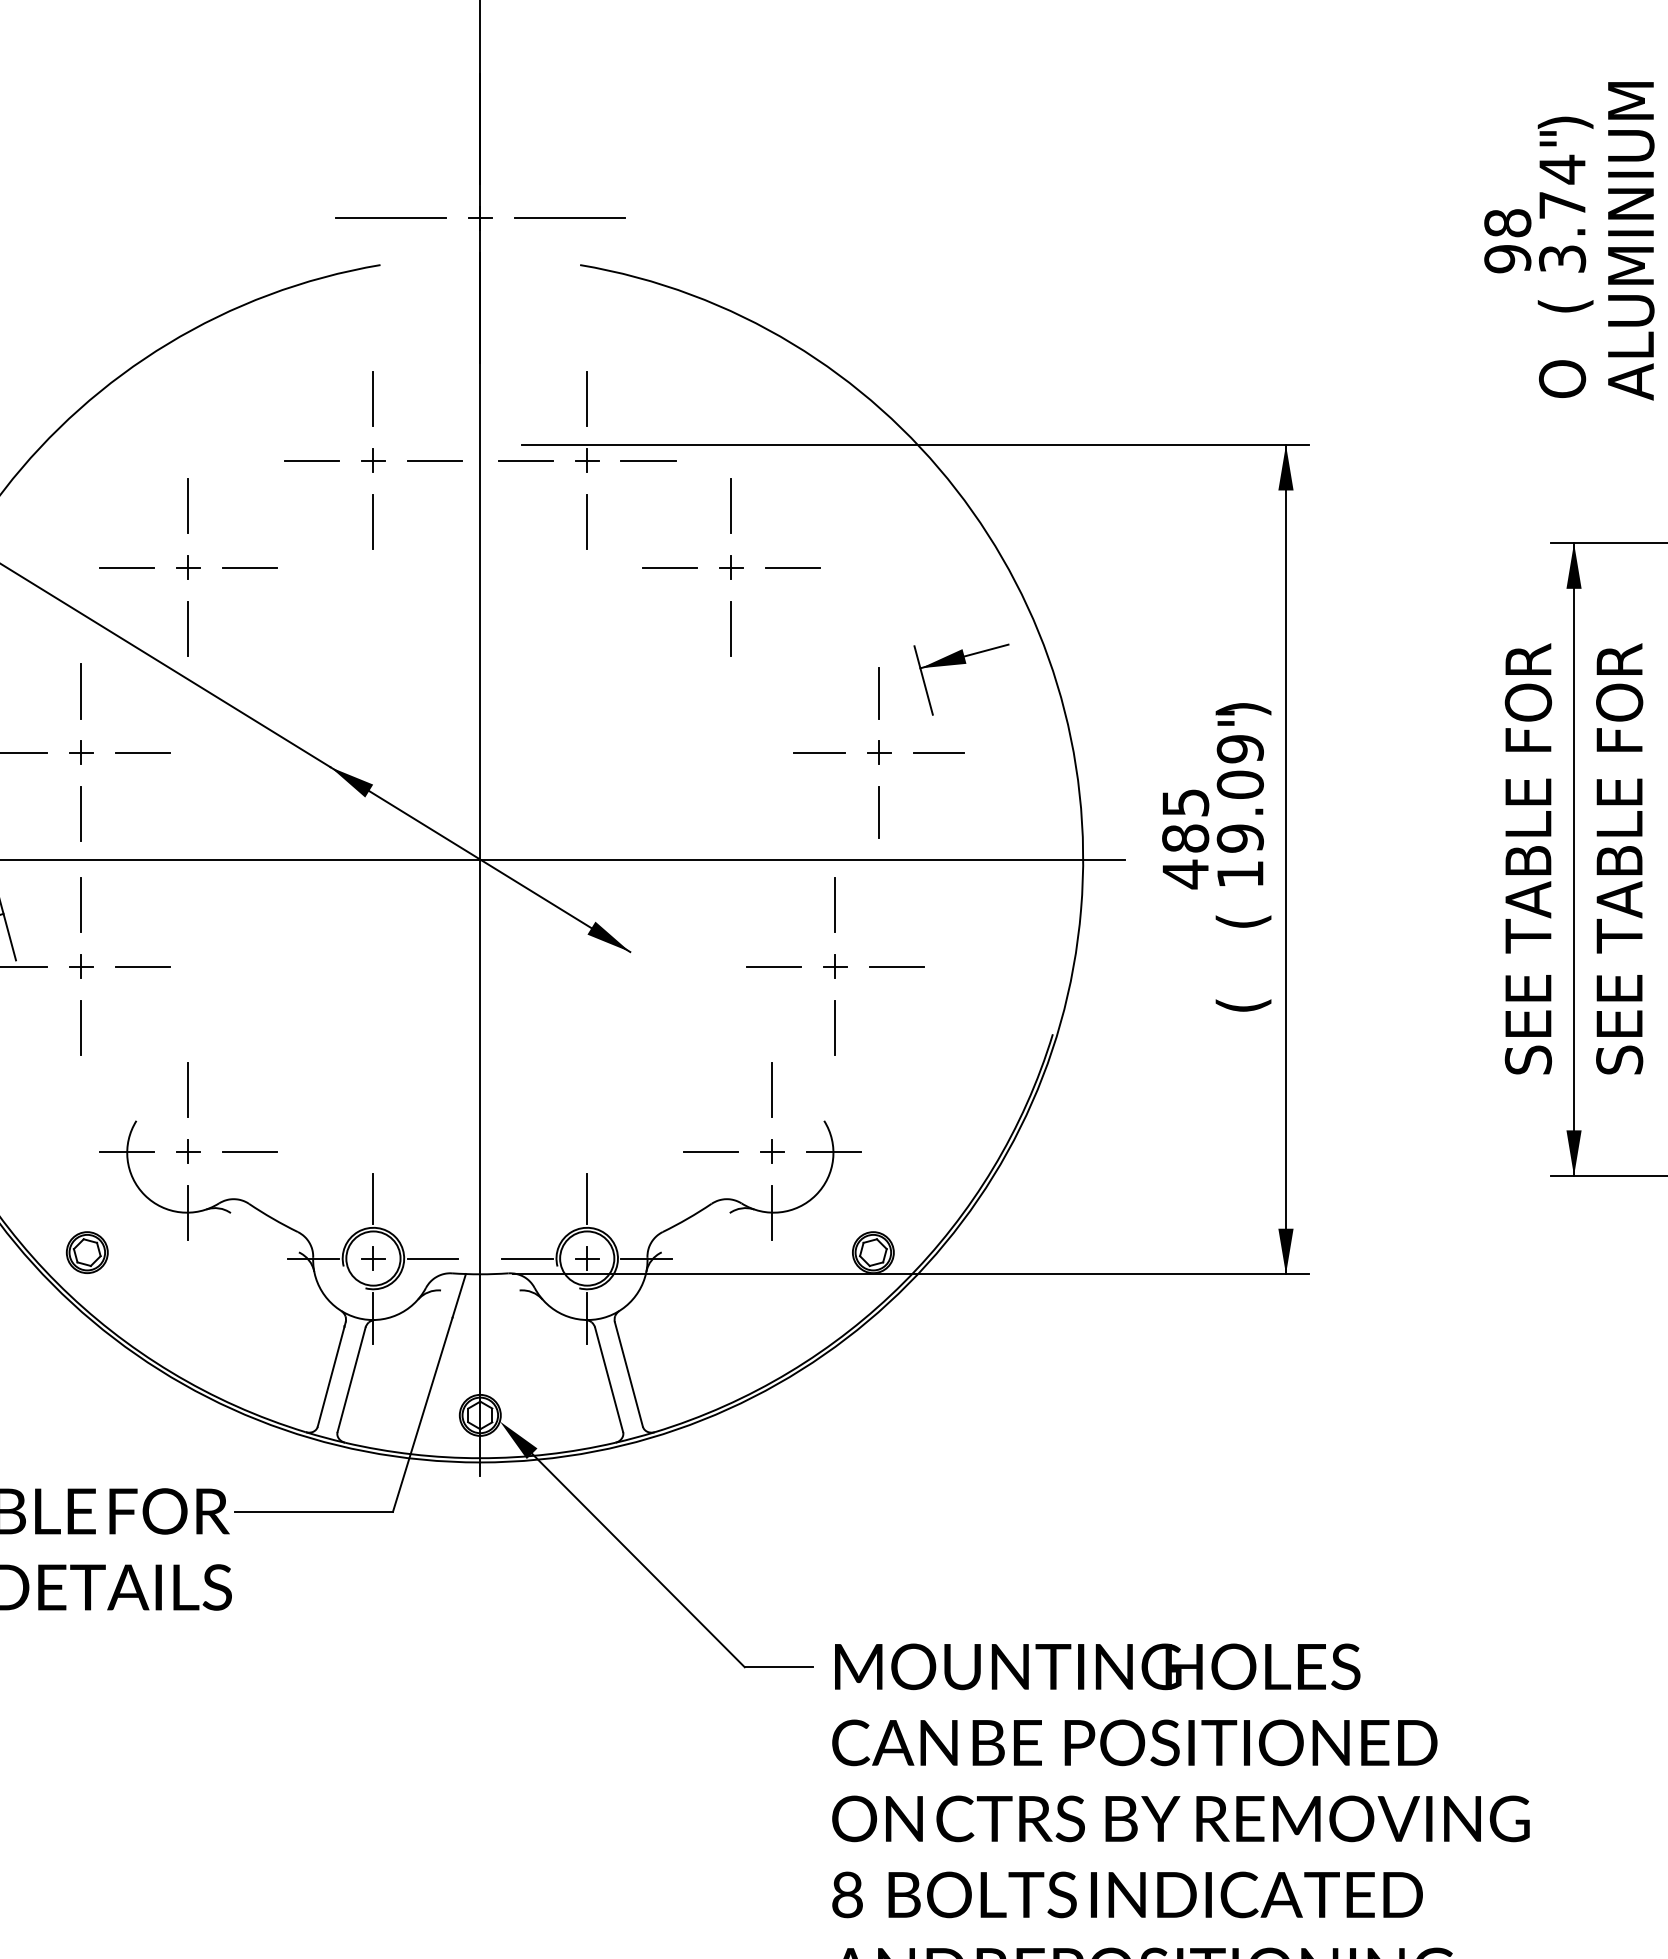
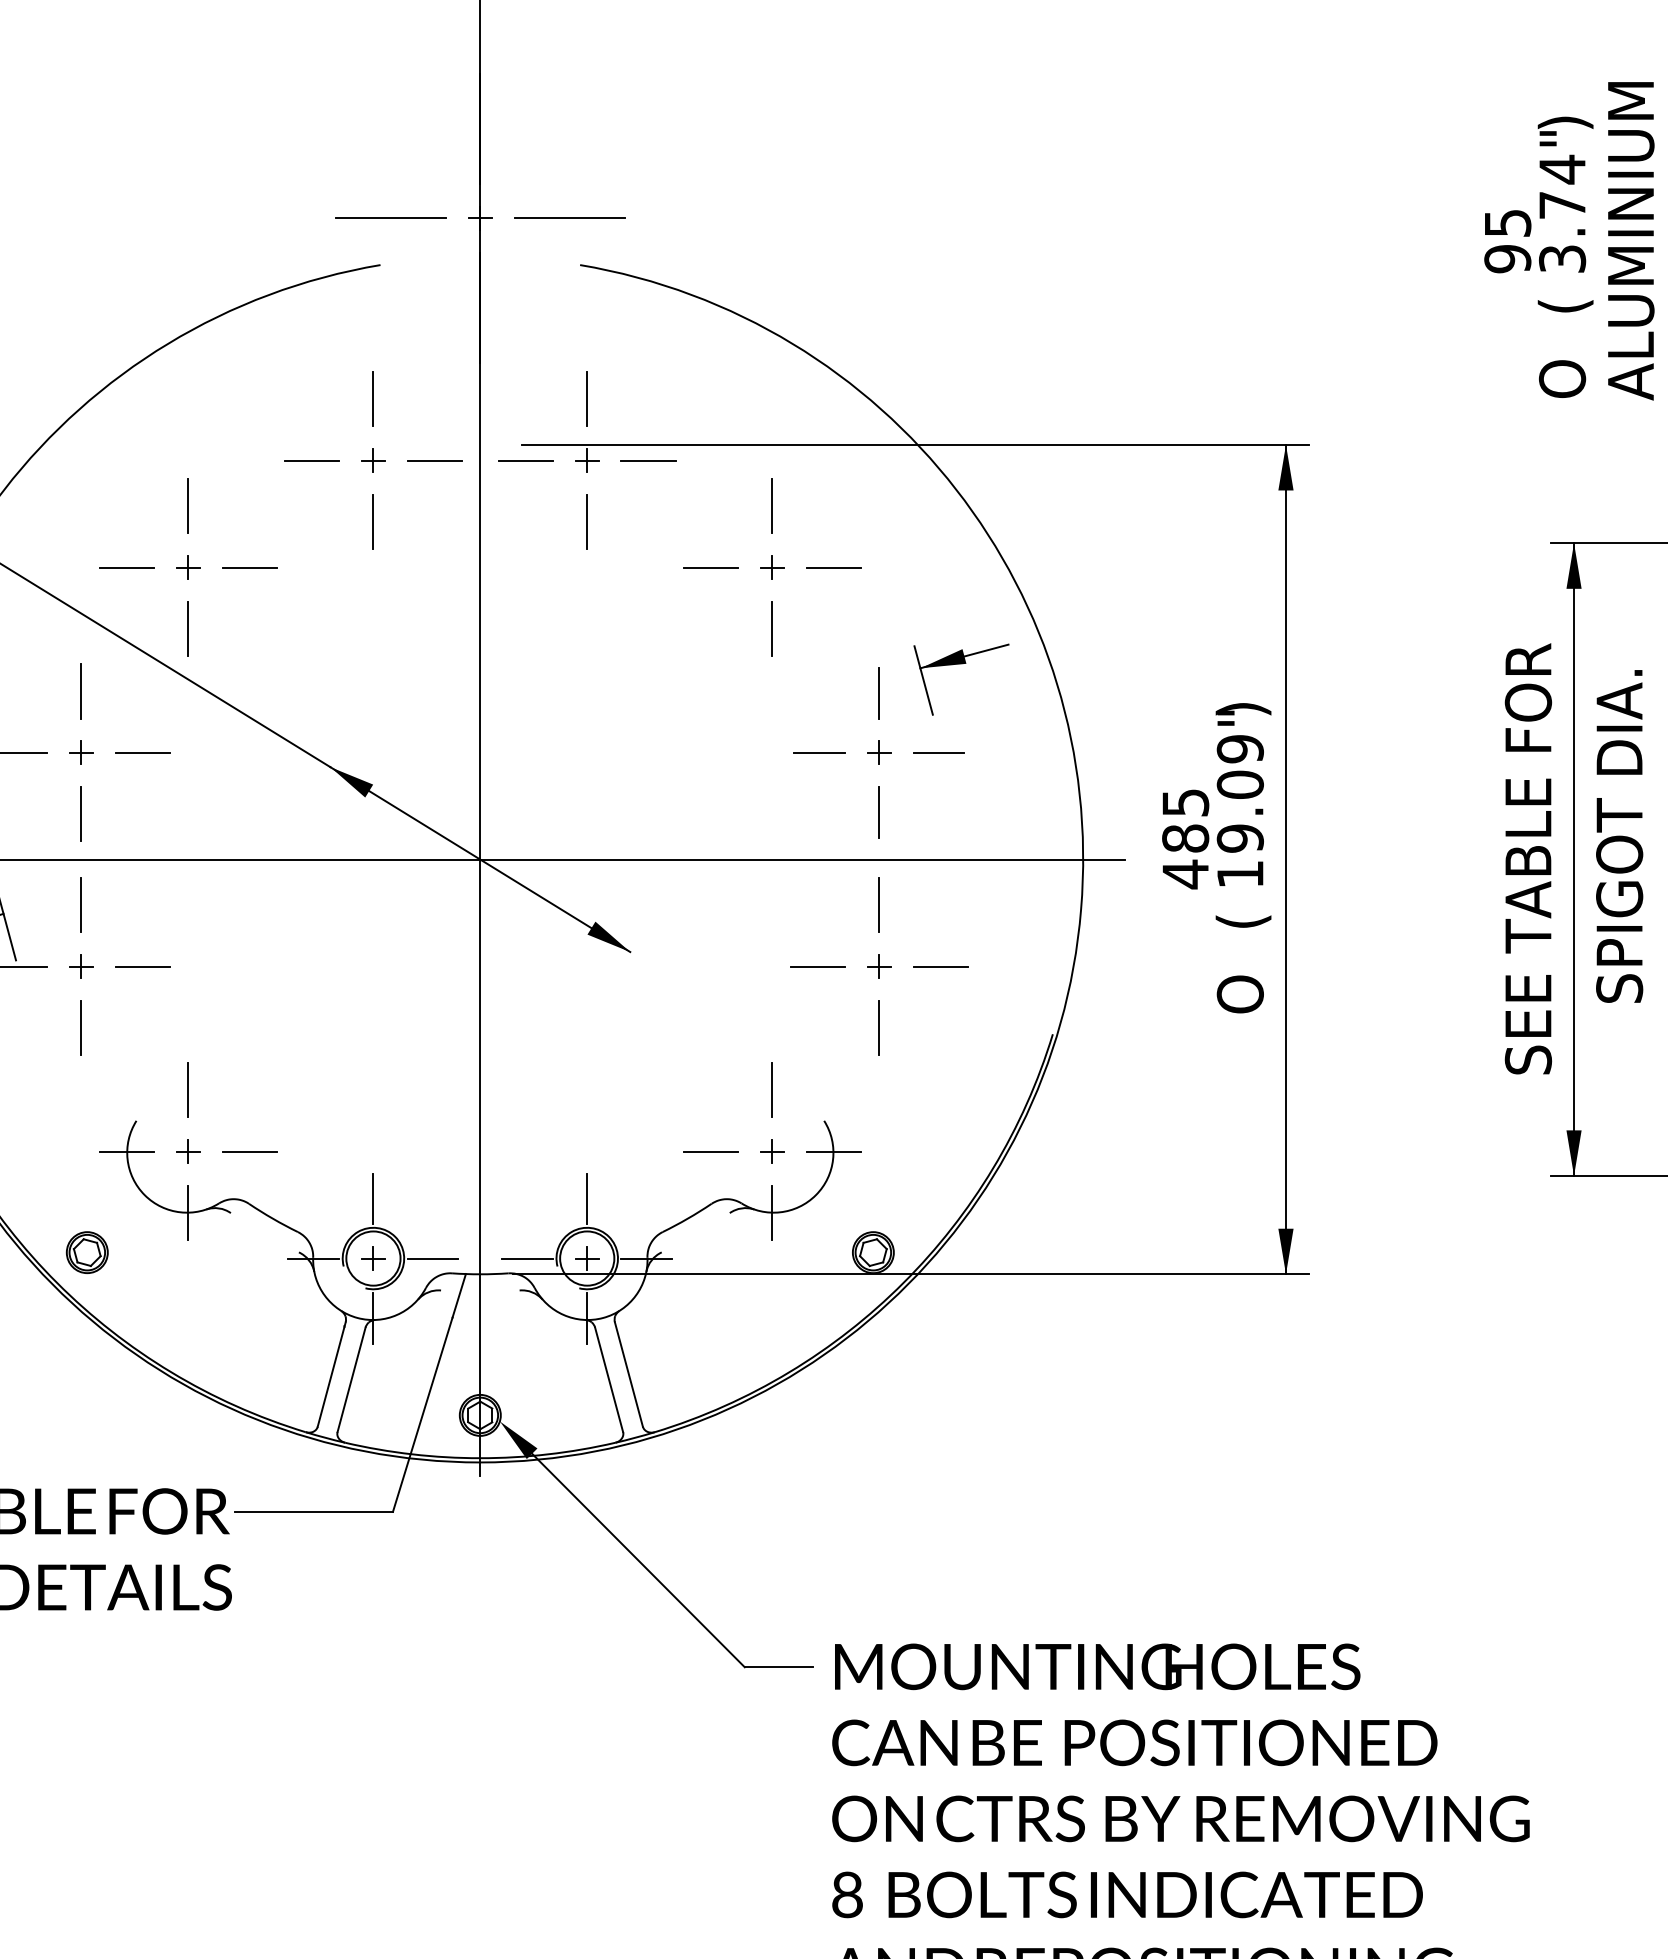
text at (1507, 223): 98 -> 95
part at (731, 567) position: (731, 567) -> (772, 567)
text at (1619, 858): SEE TABLE FOR -> SPIGOT DIA.
part at (835, 966) position: (835, 966) -> (879, 966)
text at (1243, 994): ( -> O
